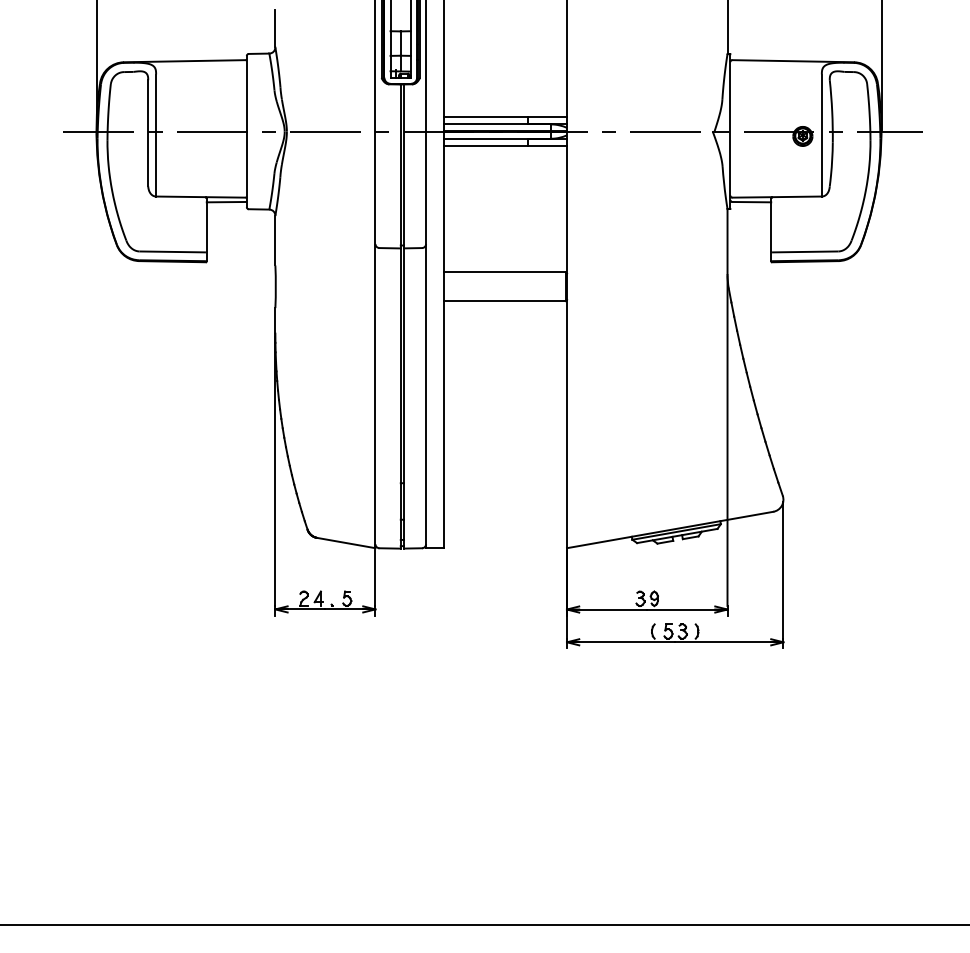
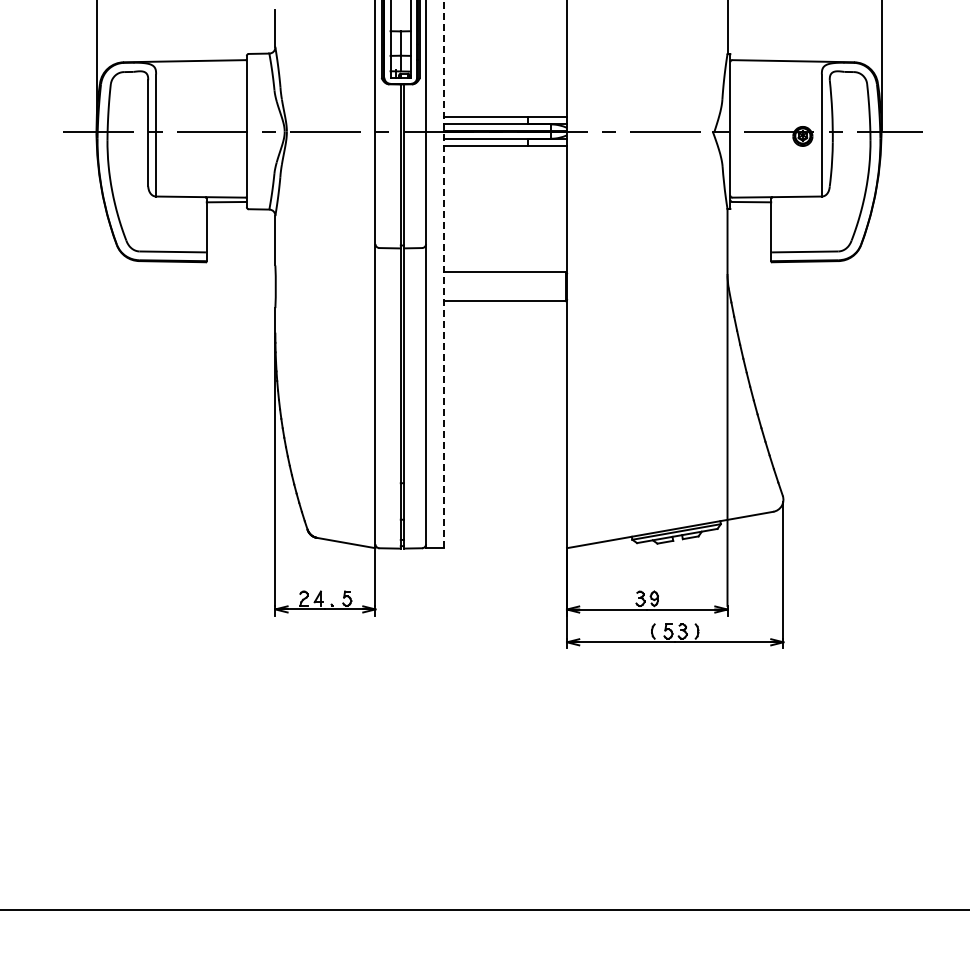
line at (444, 274): solid -> dashed
line at (484, 924) position: (484, 924) -> (484, 909)
